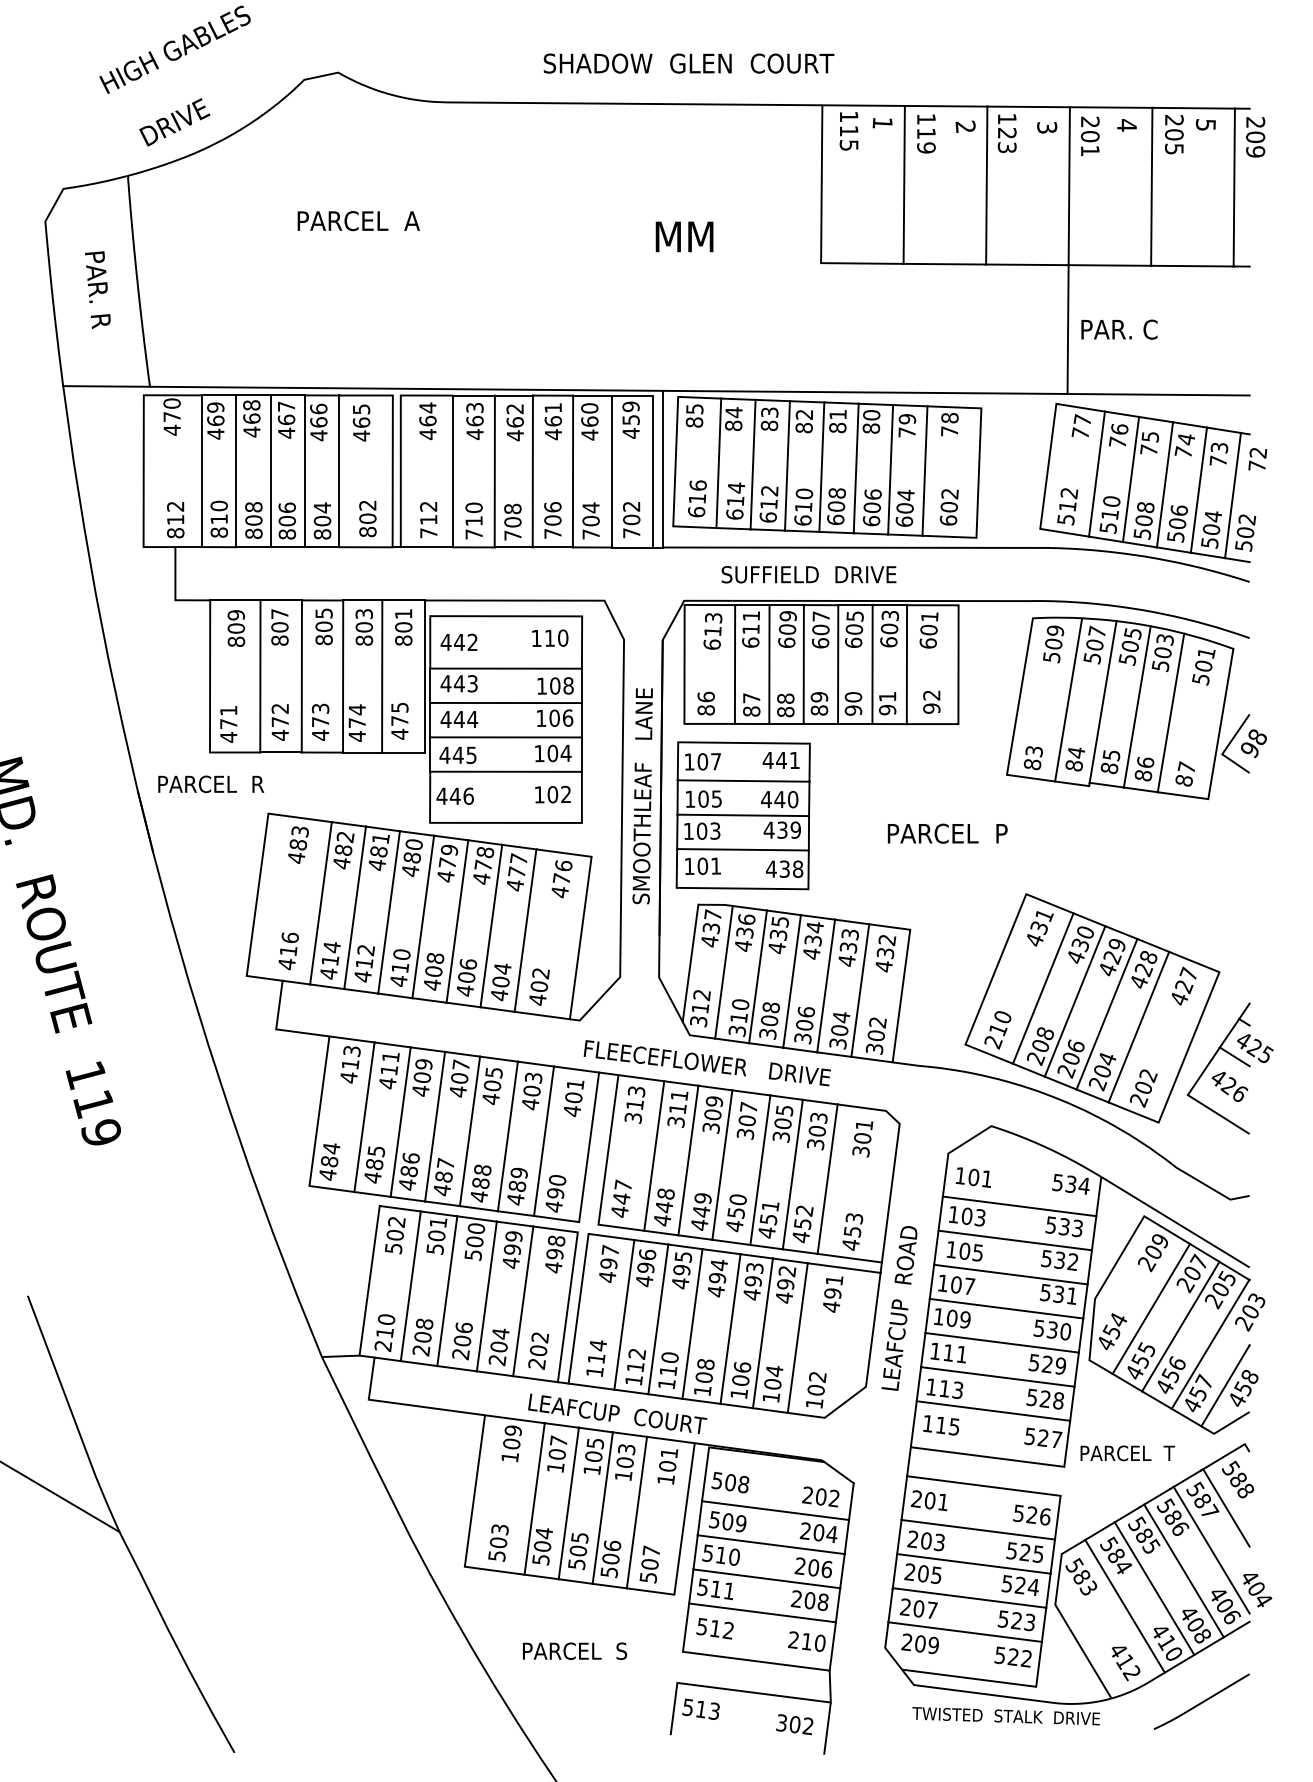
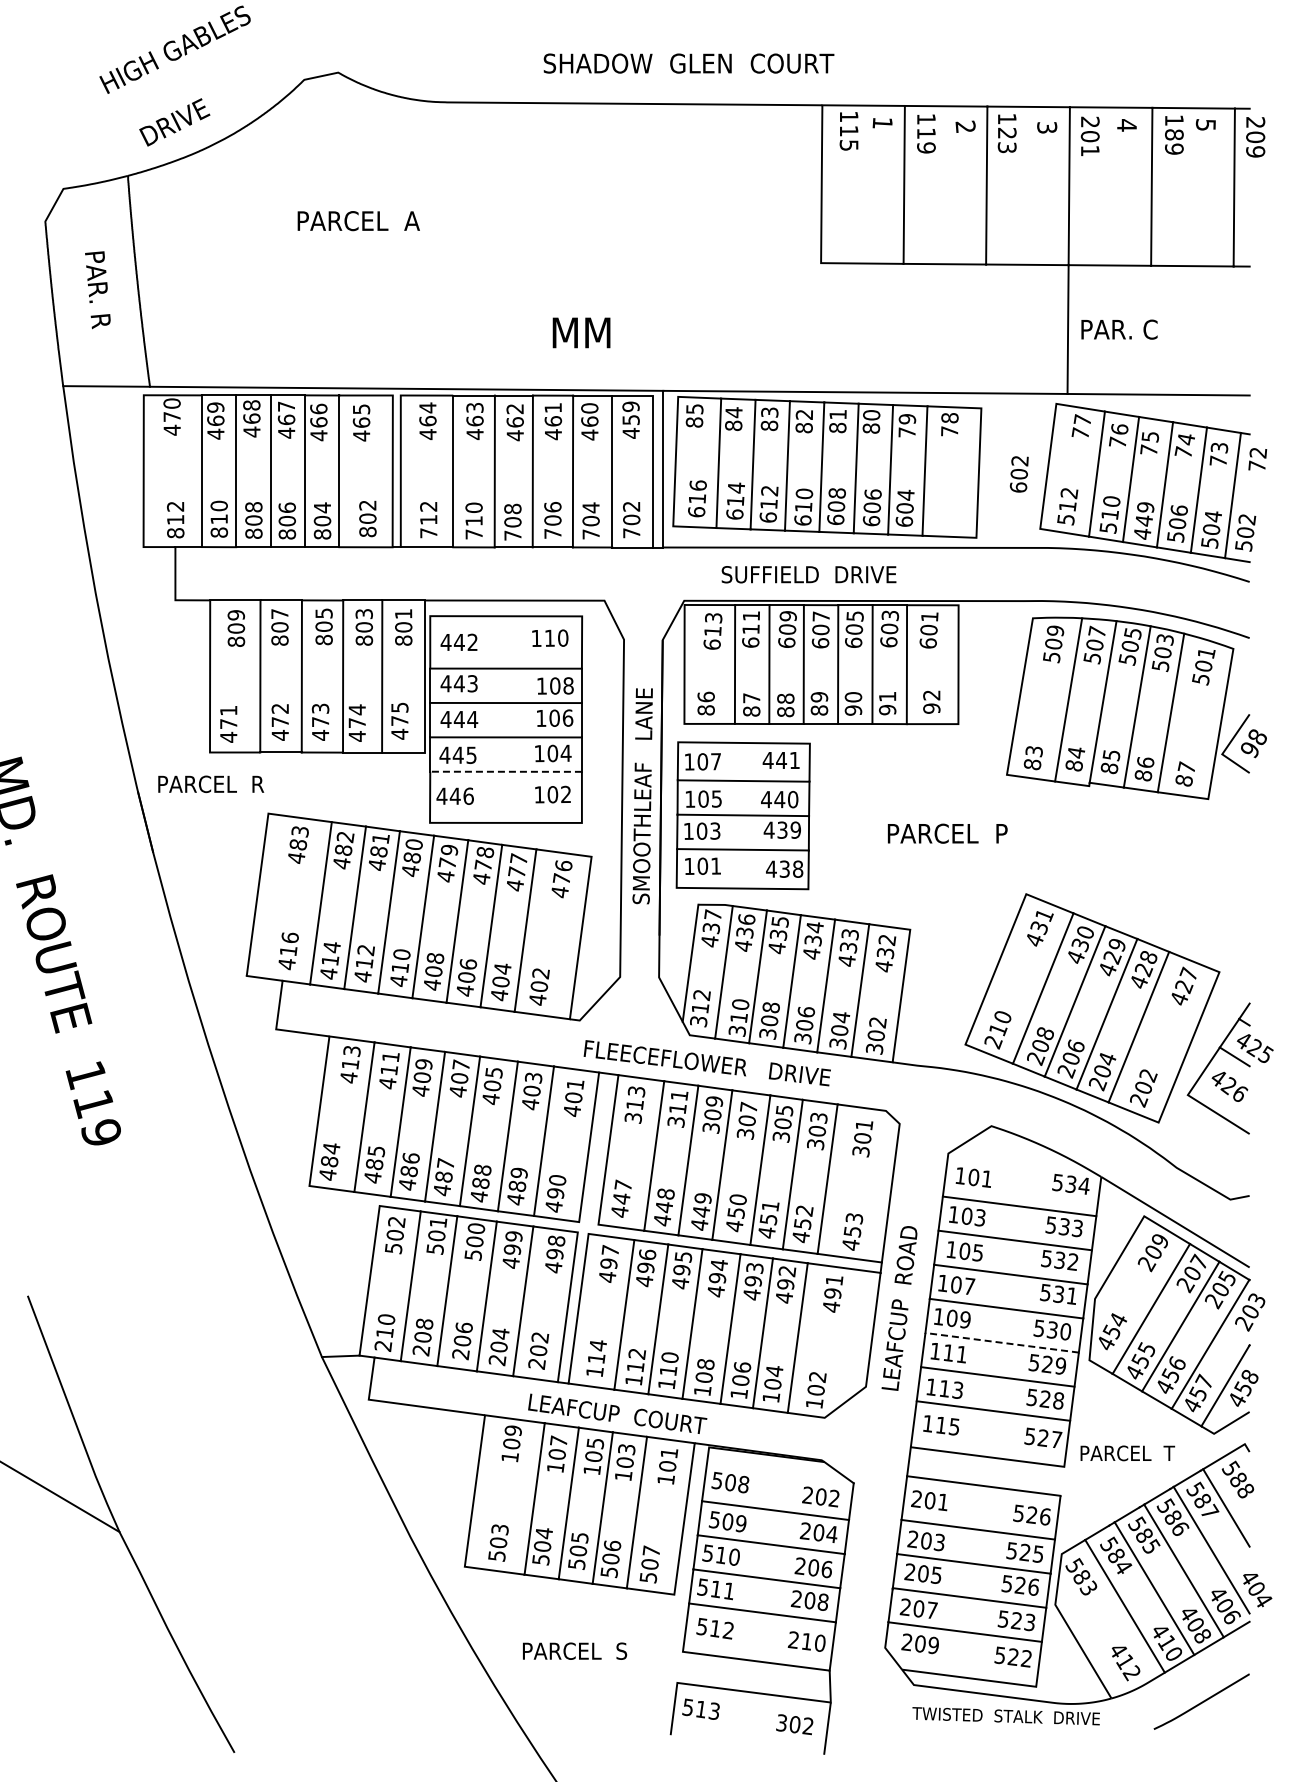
text at (1174, 134): 205 -> 189
text at (684, 236) position: (684, 236) -> (581, 332)
text at (948, 507) position: (948, 507) -> (1018, 474)
text at (1143, 520): 508 -> 449
line at (506, 771): solid -> dashed
line at (1001, 1342): solid -> dashed
text at (1032, 1586): 524 -> 526
